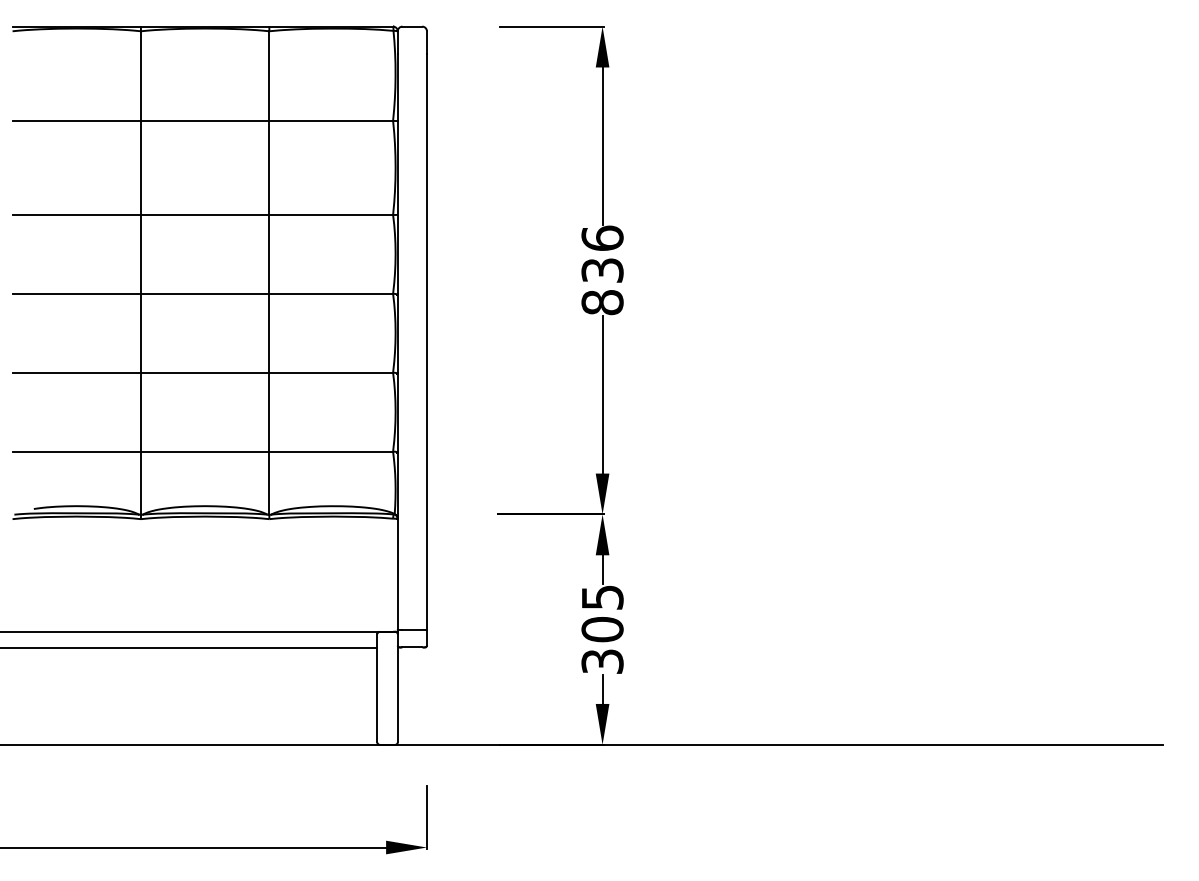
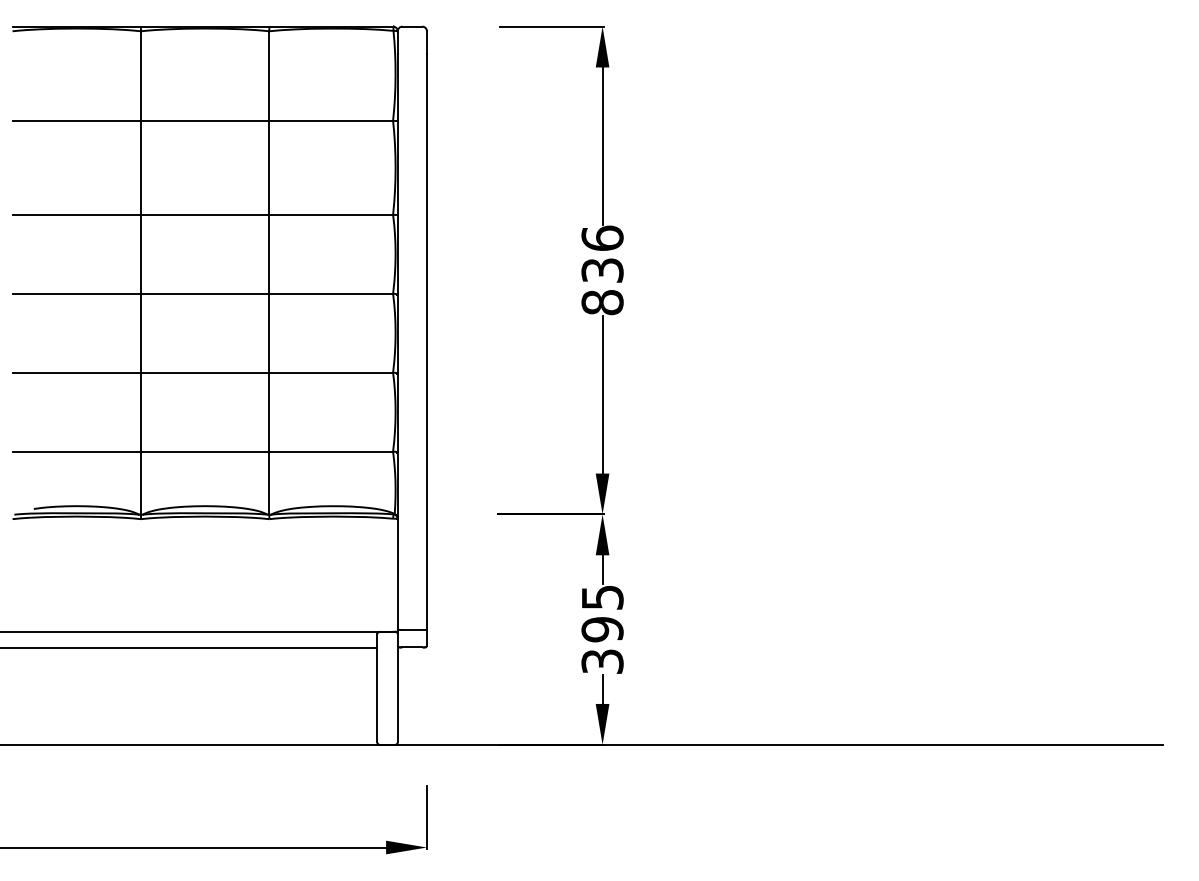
text at (602, 629): 305 -> 395
